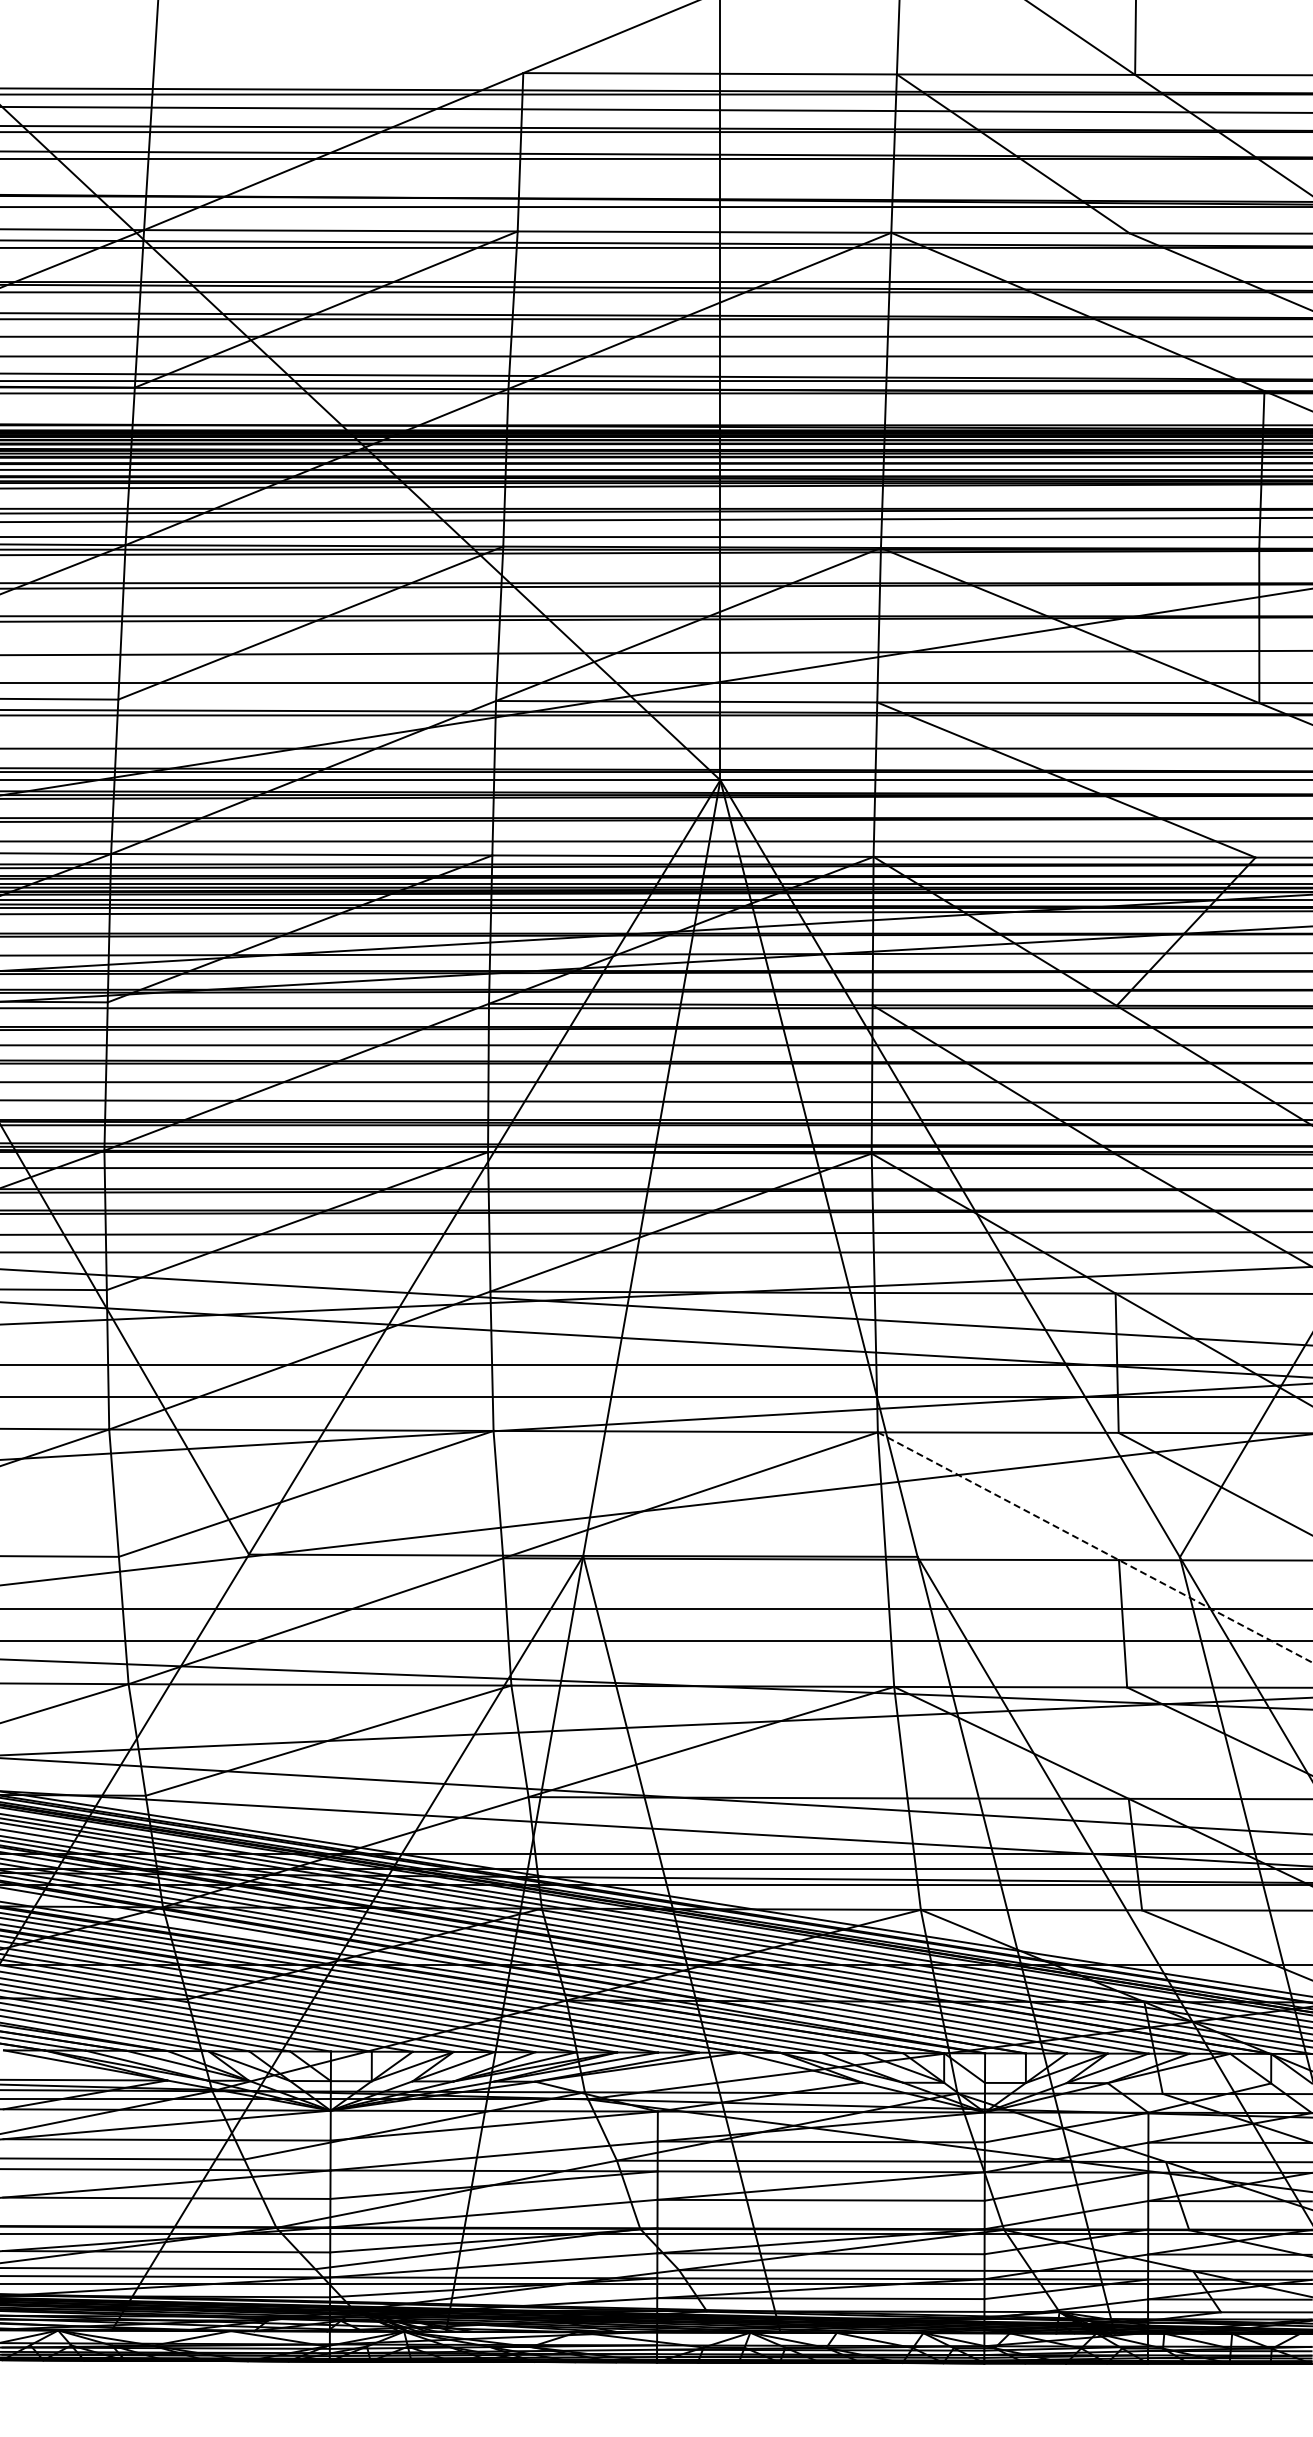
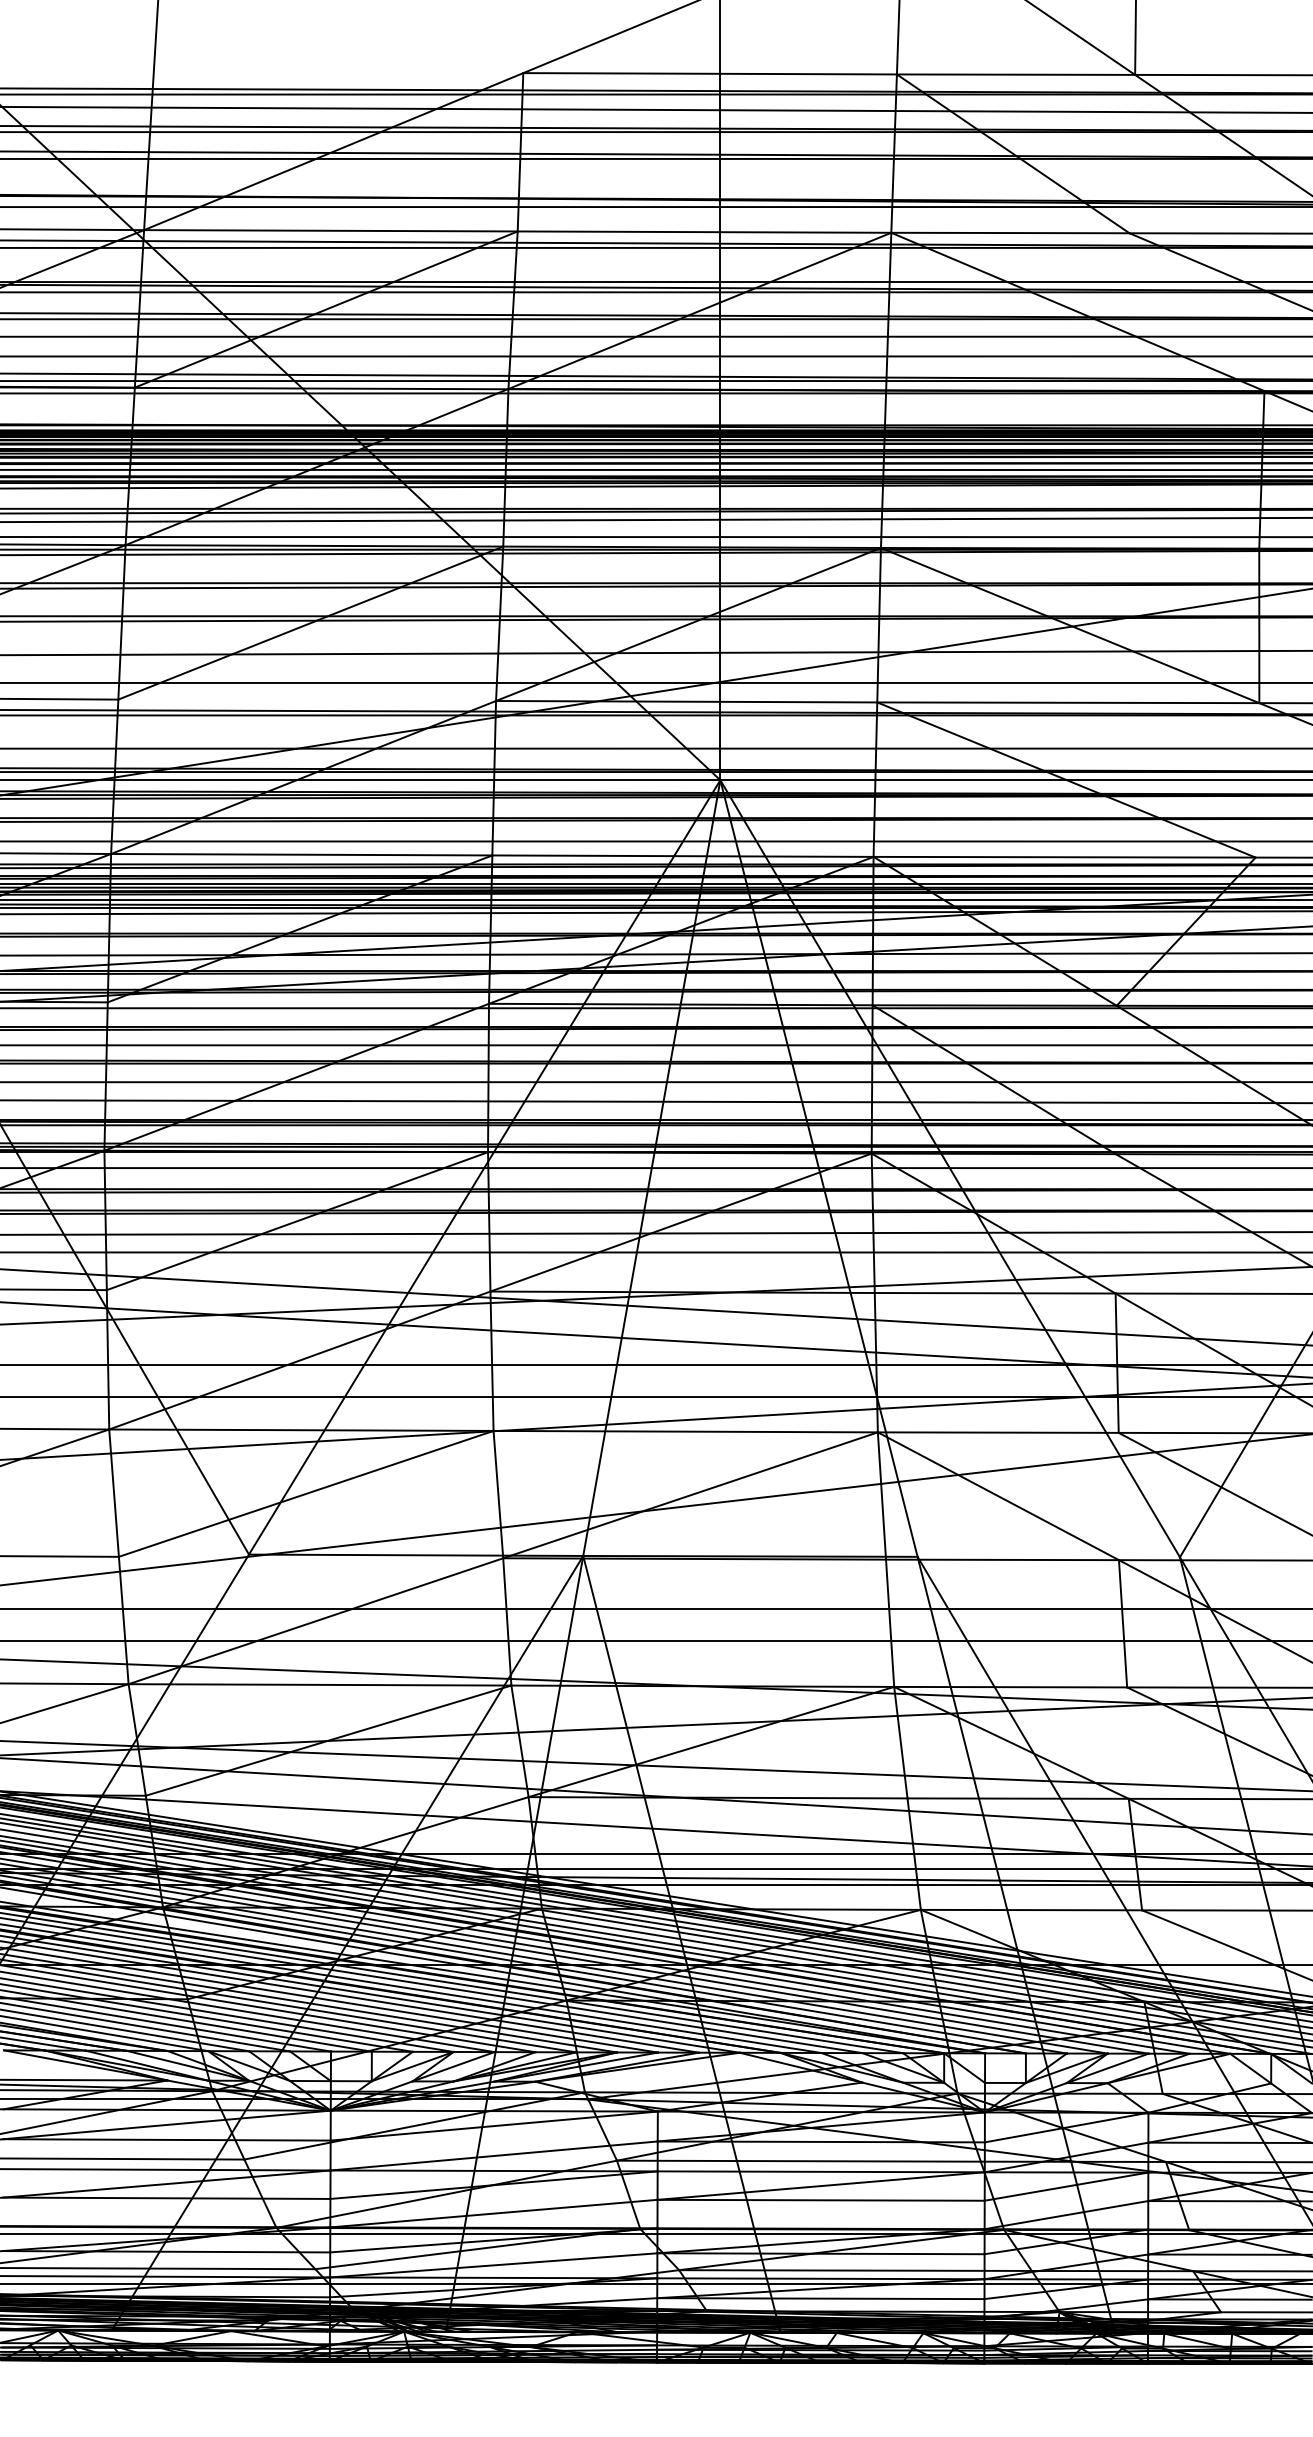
line at (1095, 1547): dashed -> solid
line at (655, 1766): none -> present
